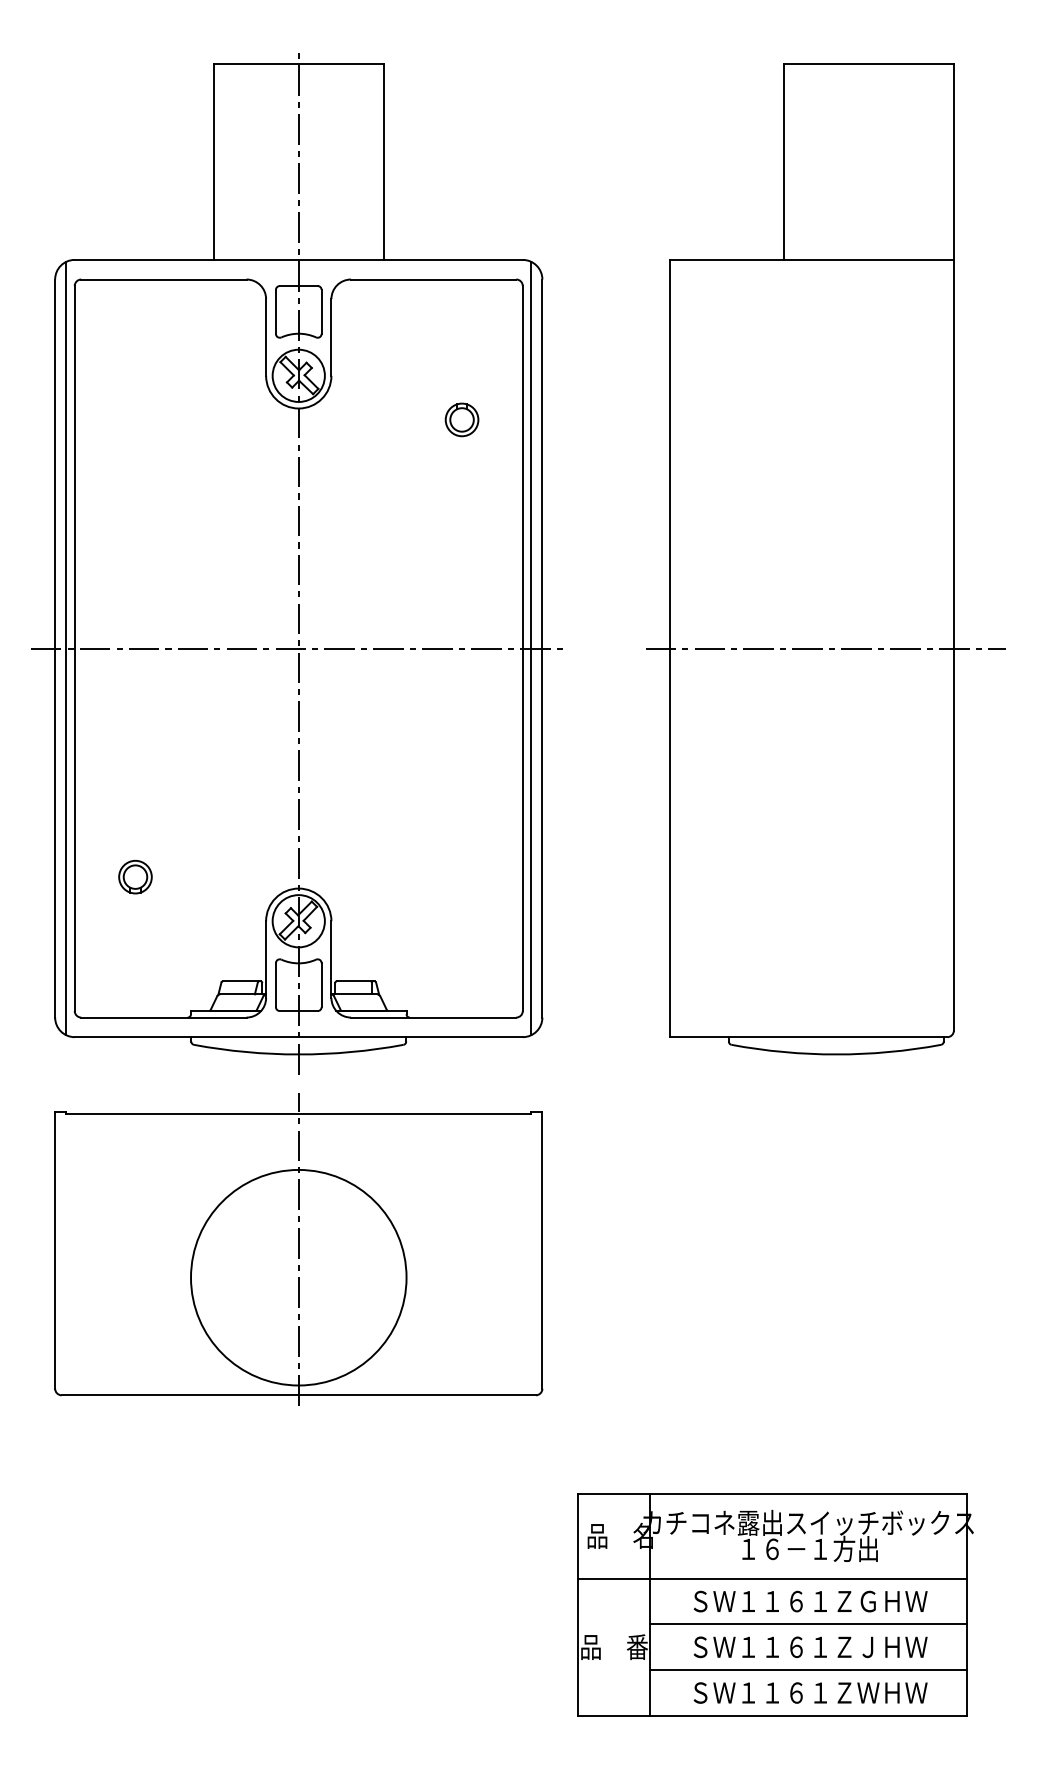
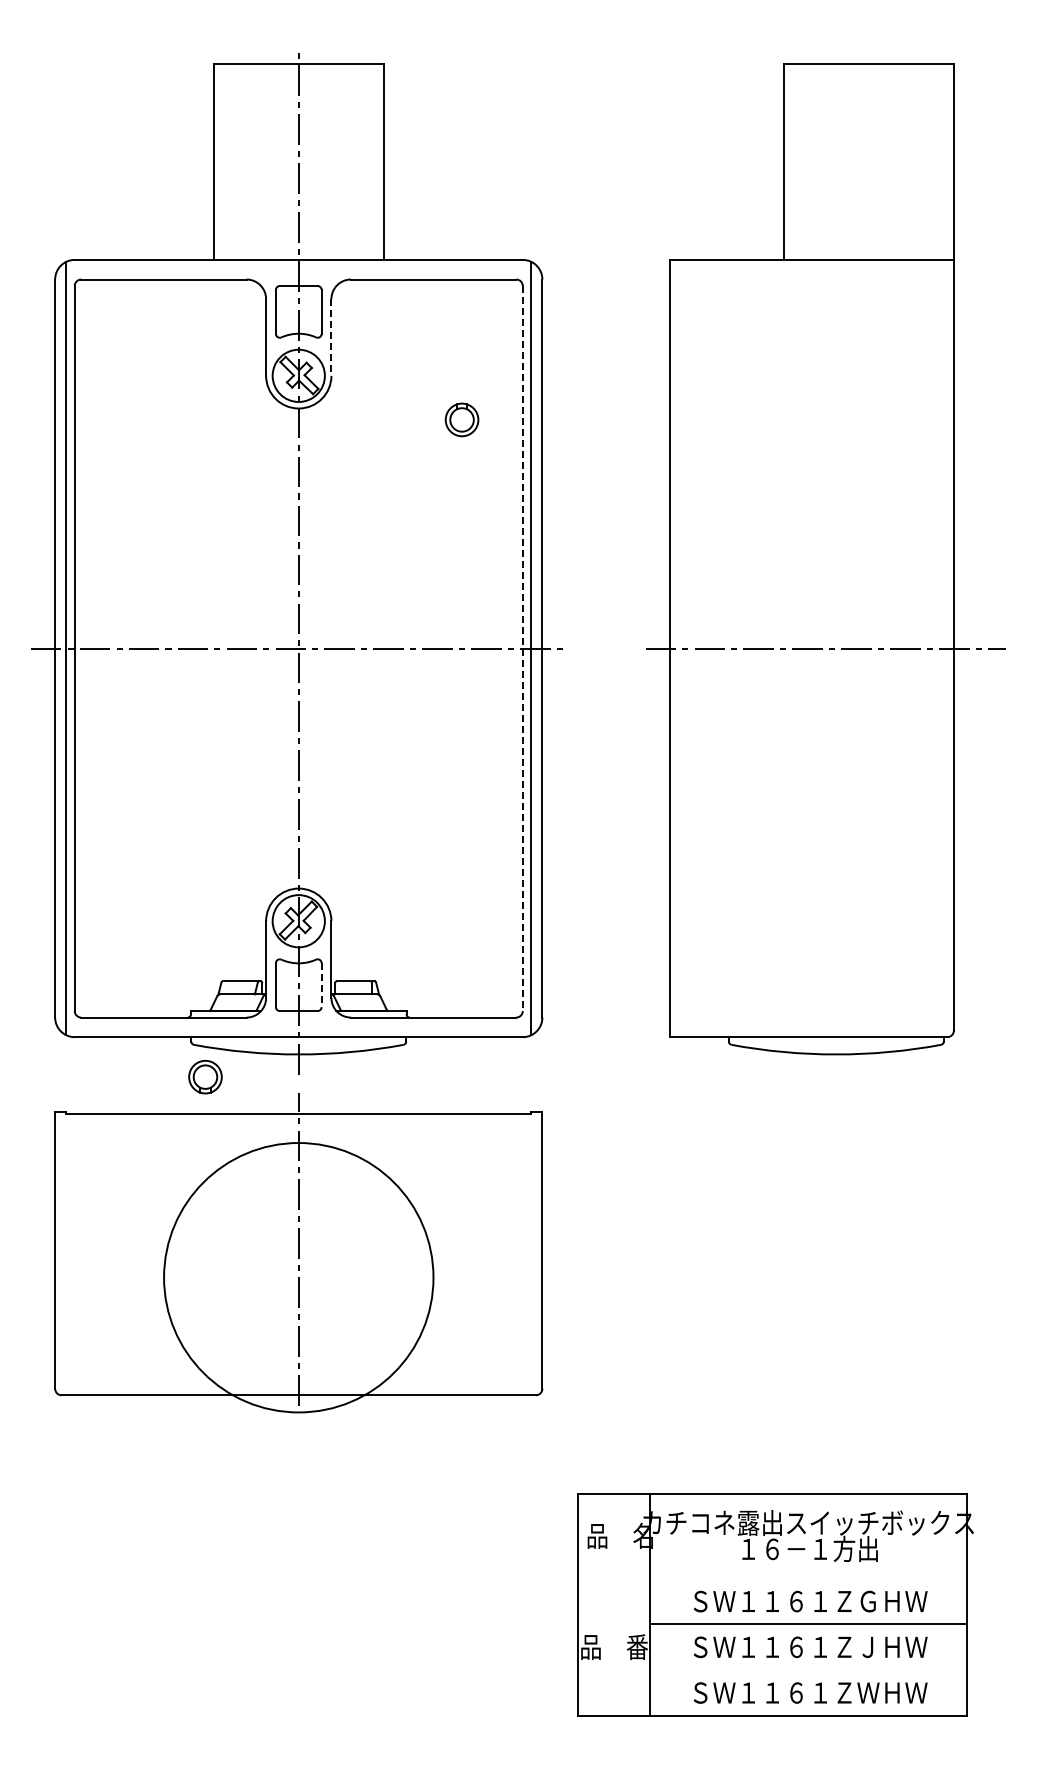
line at (331, 337): solid -> dashed
line at (522, 649): solid -> dashed
part at (135, 876) position: (135, 876) -> (205, 1076)
line at (321, 985): solid -> dashed
circle at (298, 1277) diameter: 216 px -> 269 px
line at (772, 1578): present -> none
line at (808, 1670): present -> none
